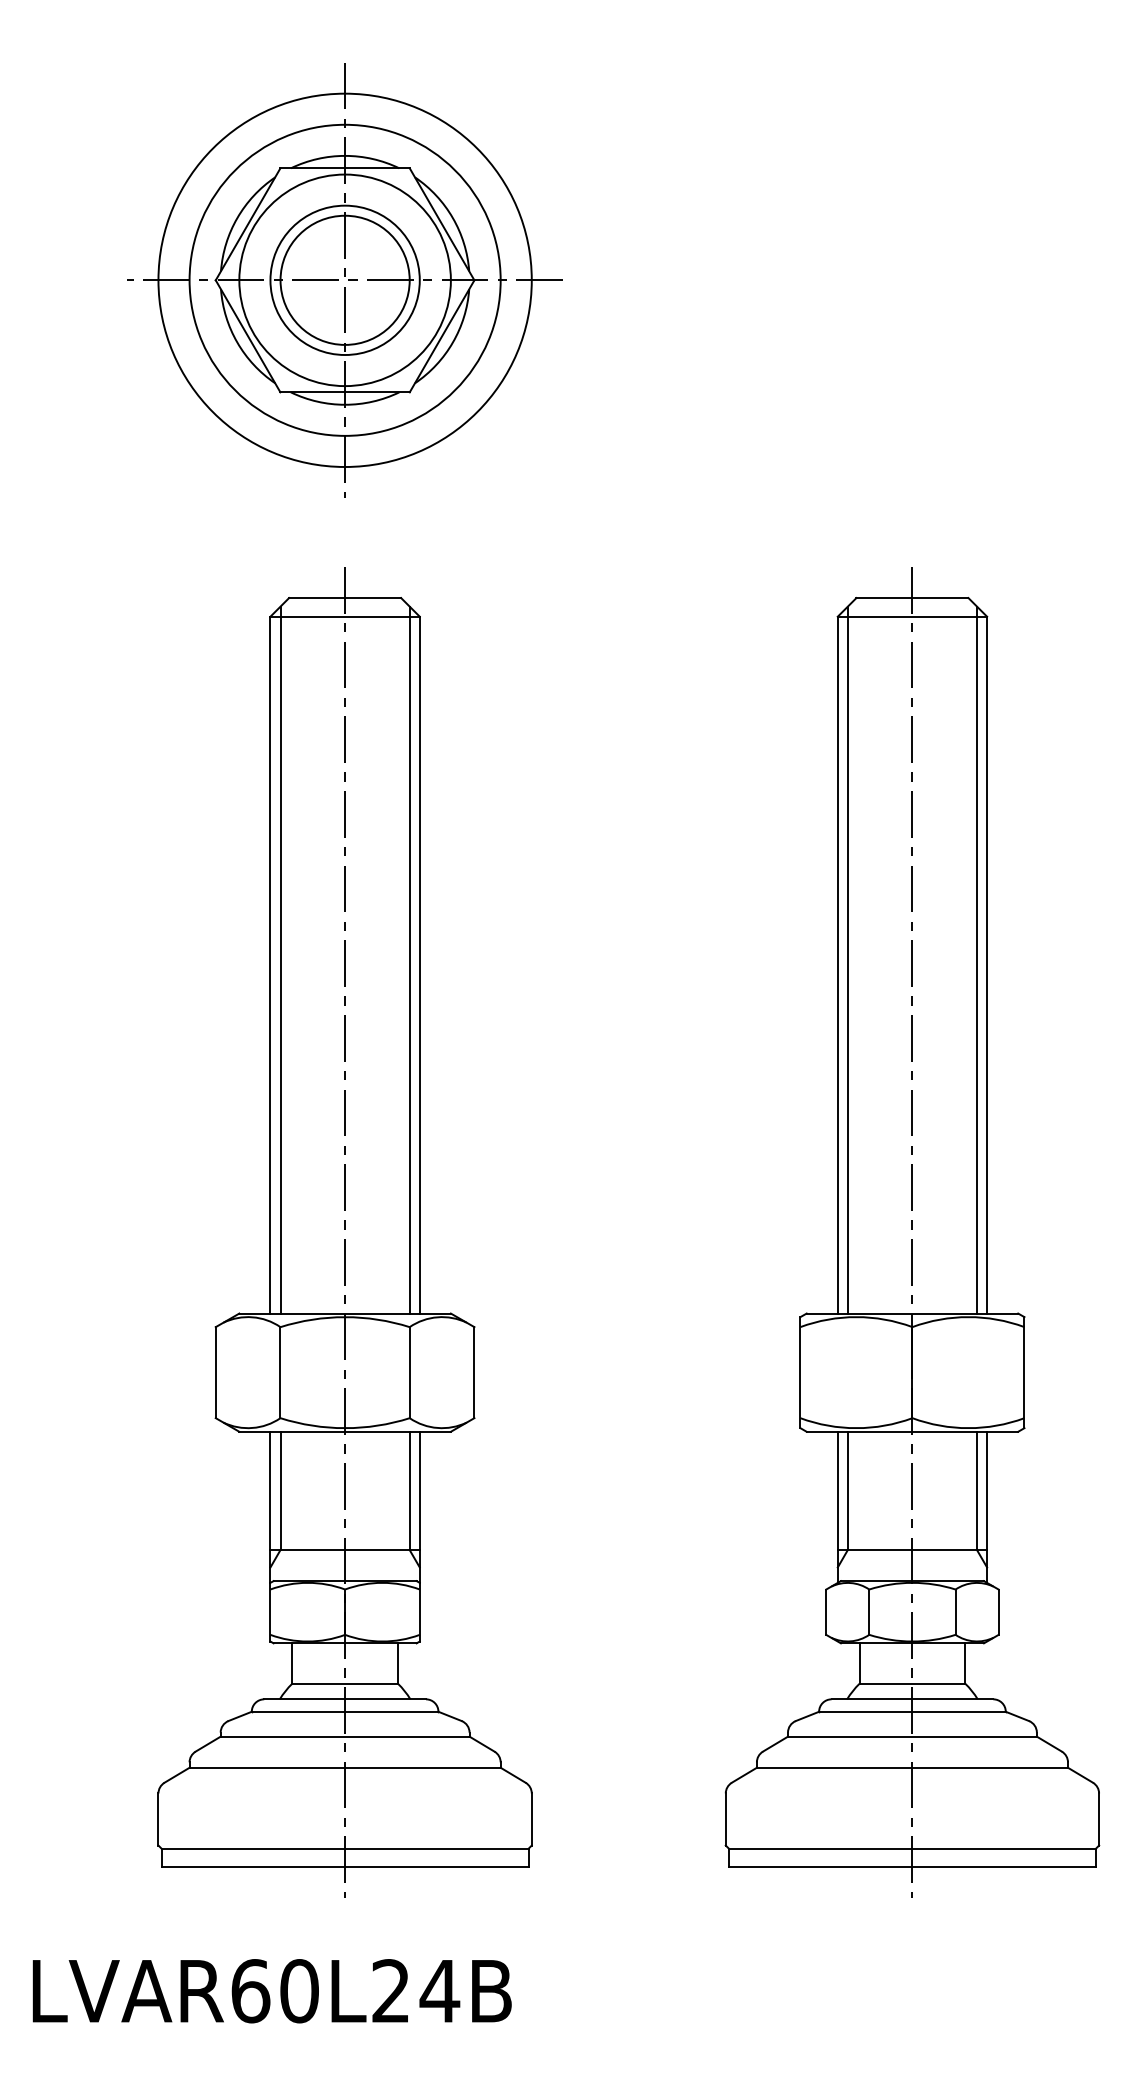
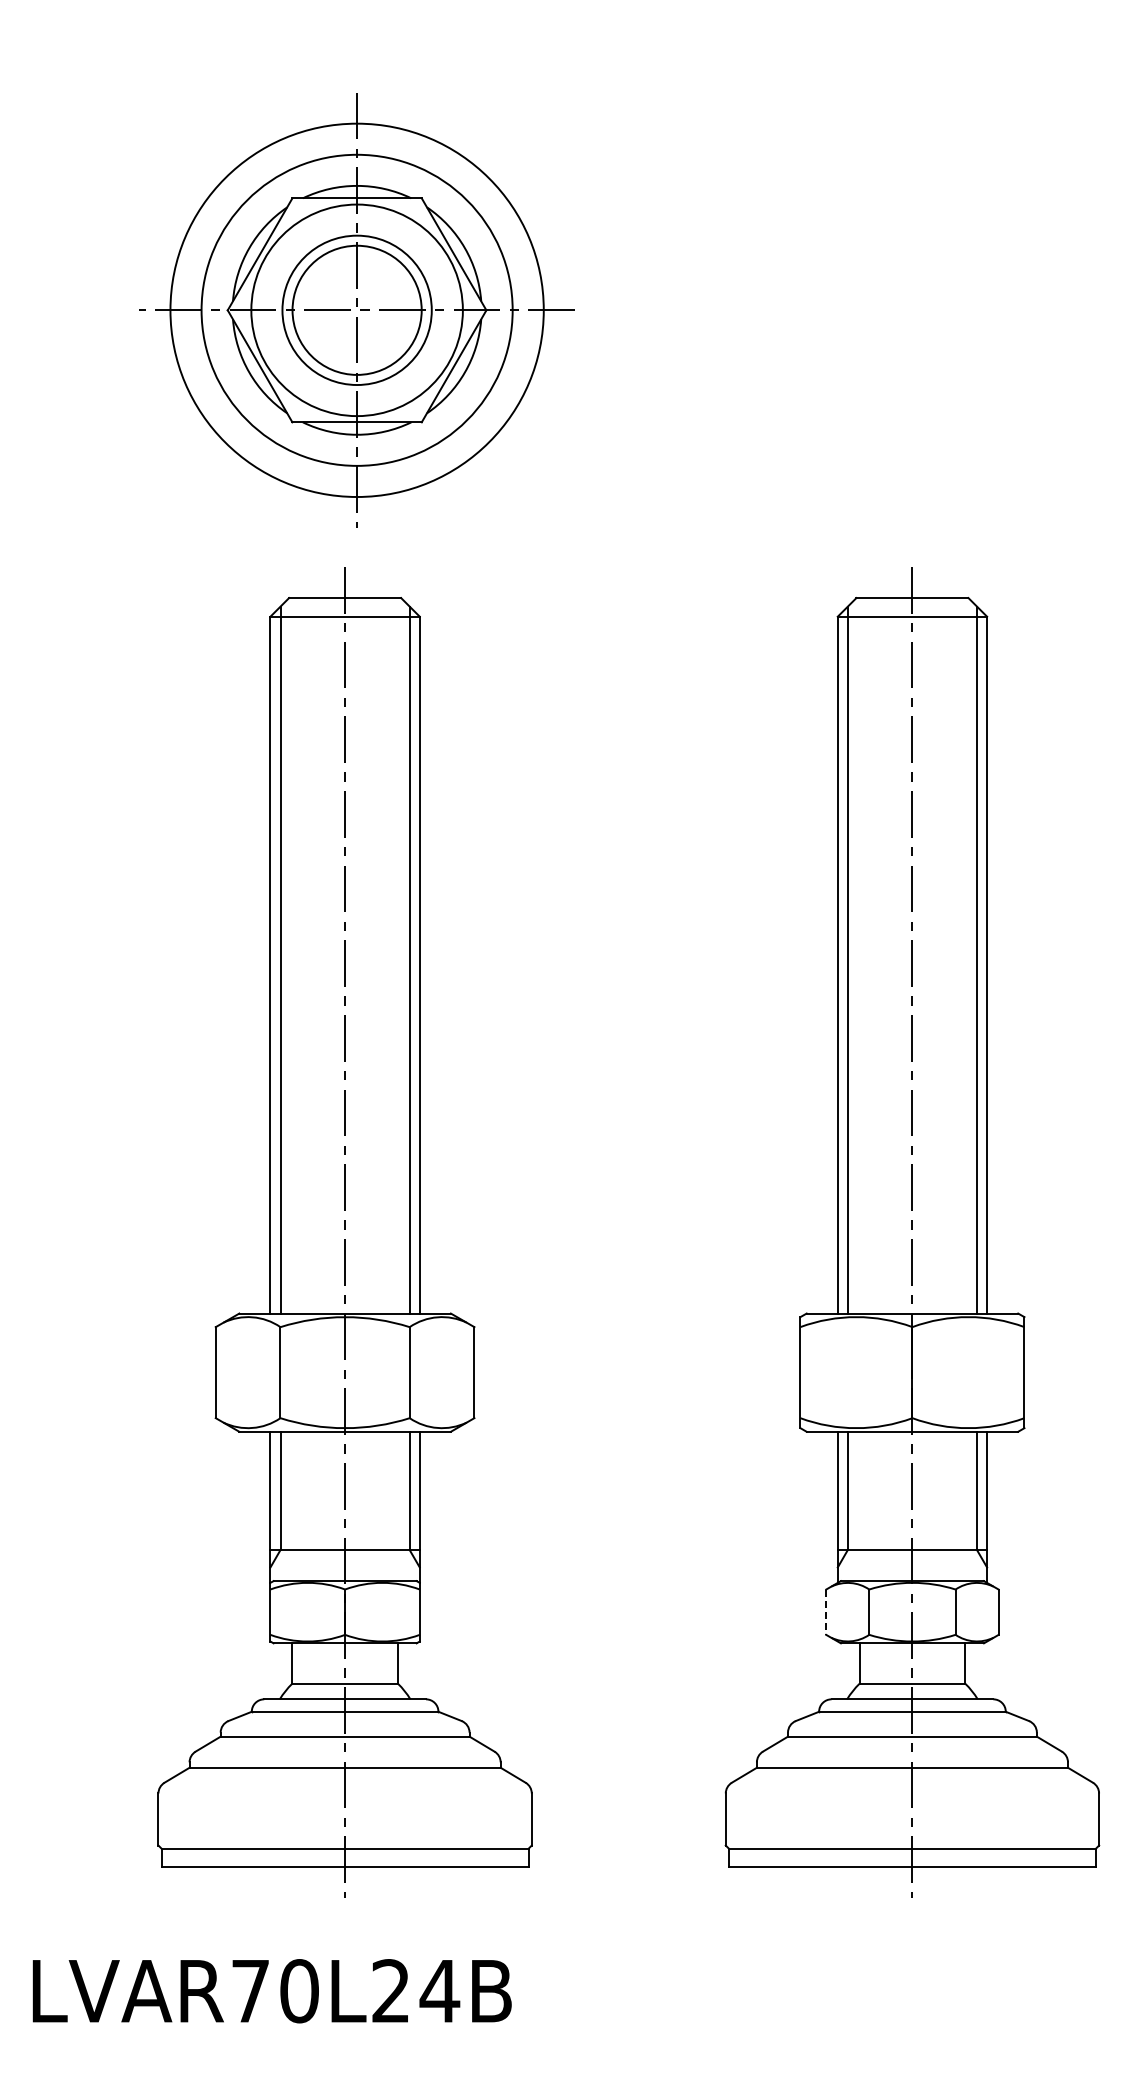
part at (344, 280) position: (344, 280) -> (356, 310)
line at (826, 1612): solid -> dashed
text at (250, 1991): LVAR60L24B -> LVAR70L24B
